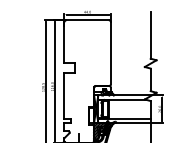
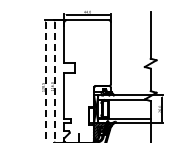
line at (45, 82): solid -> dashed
line at (54, 82): solid -> dashed
